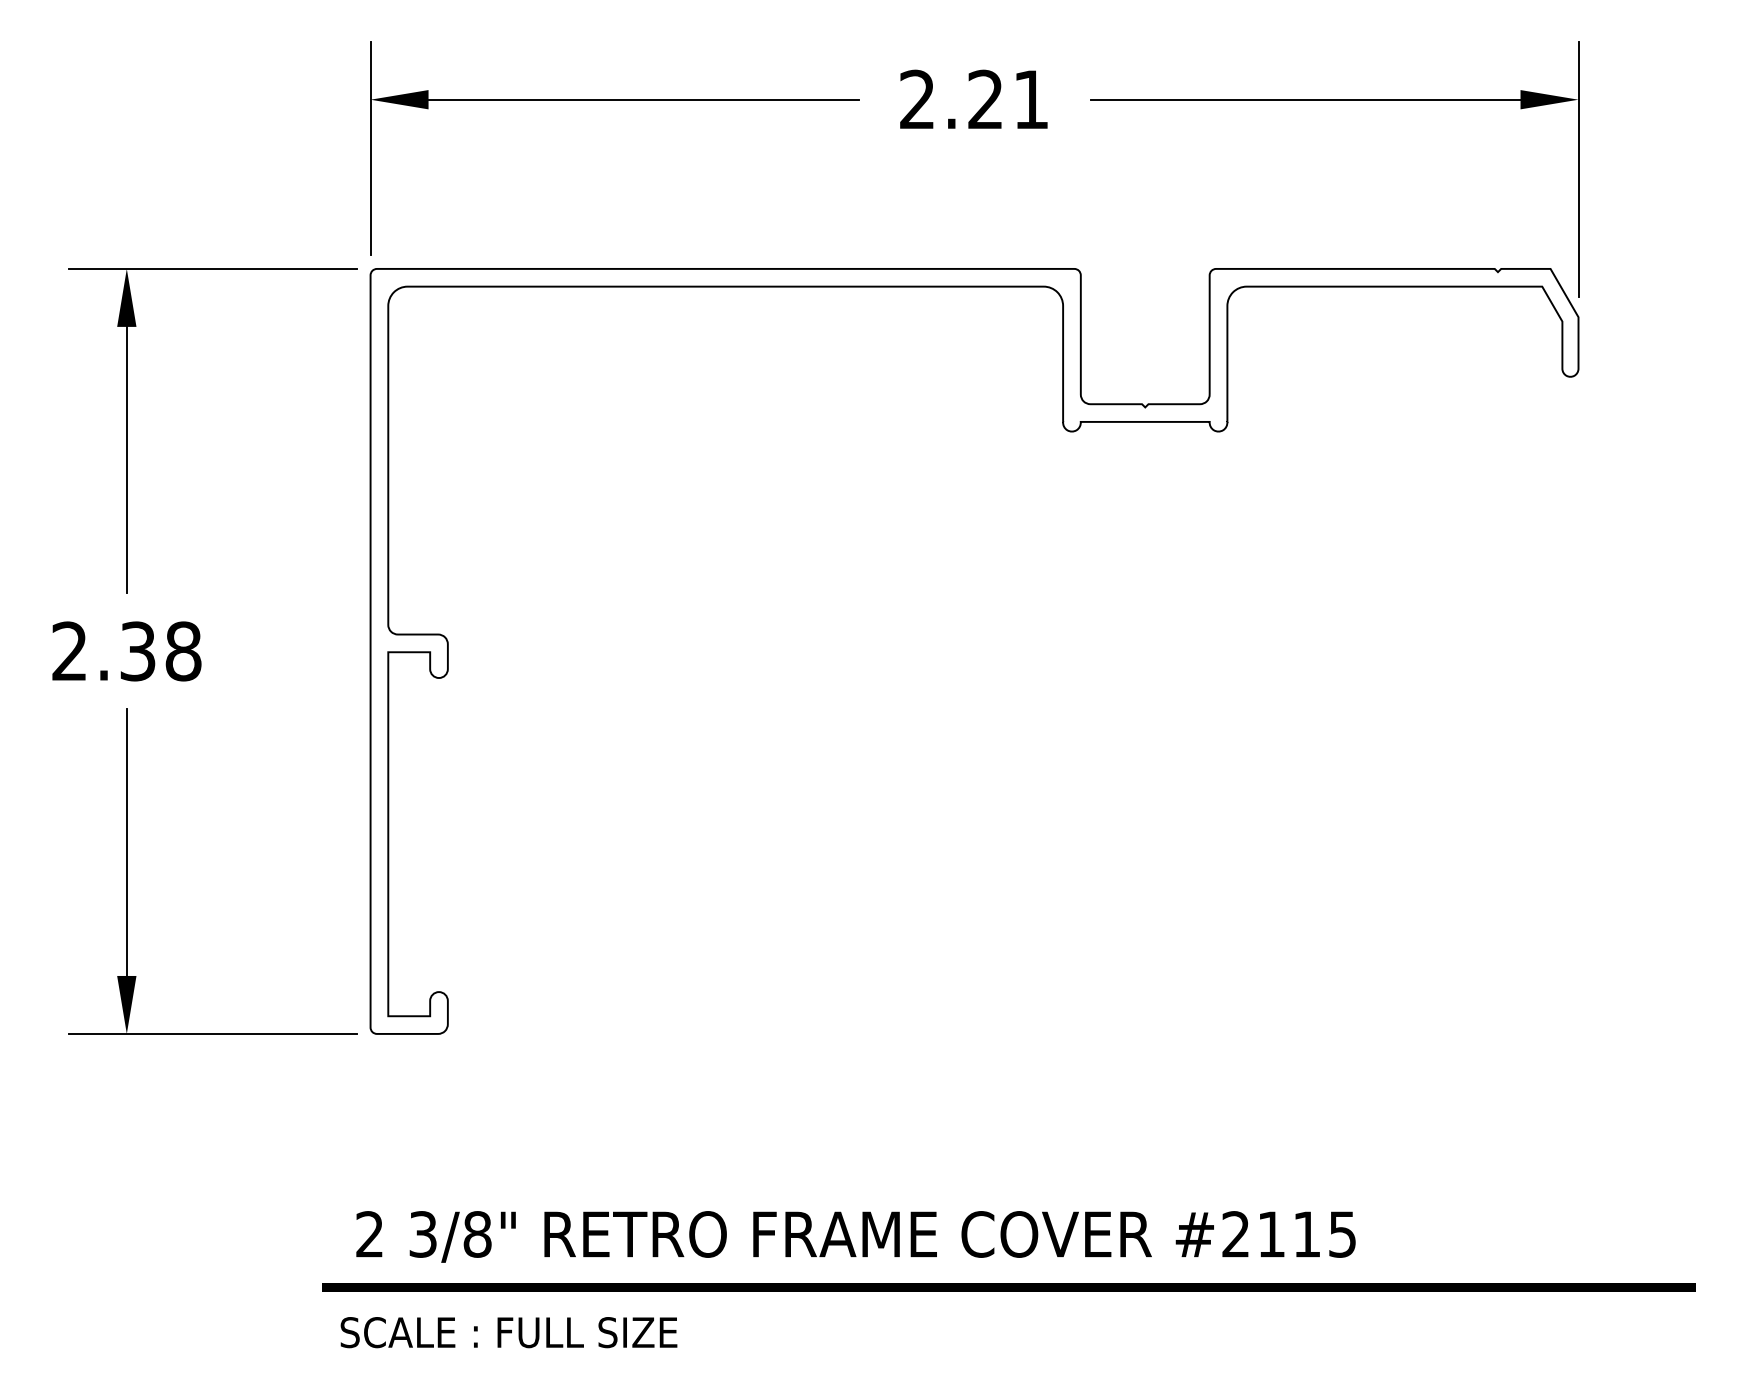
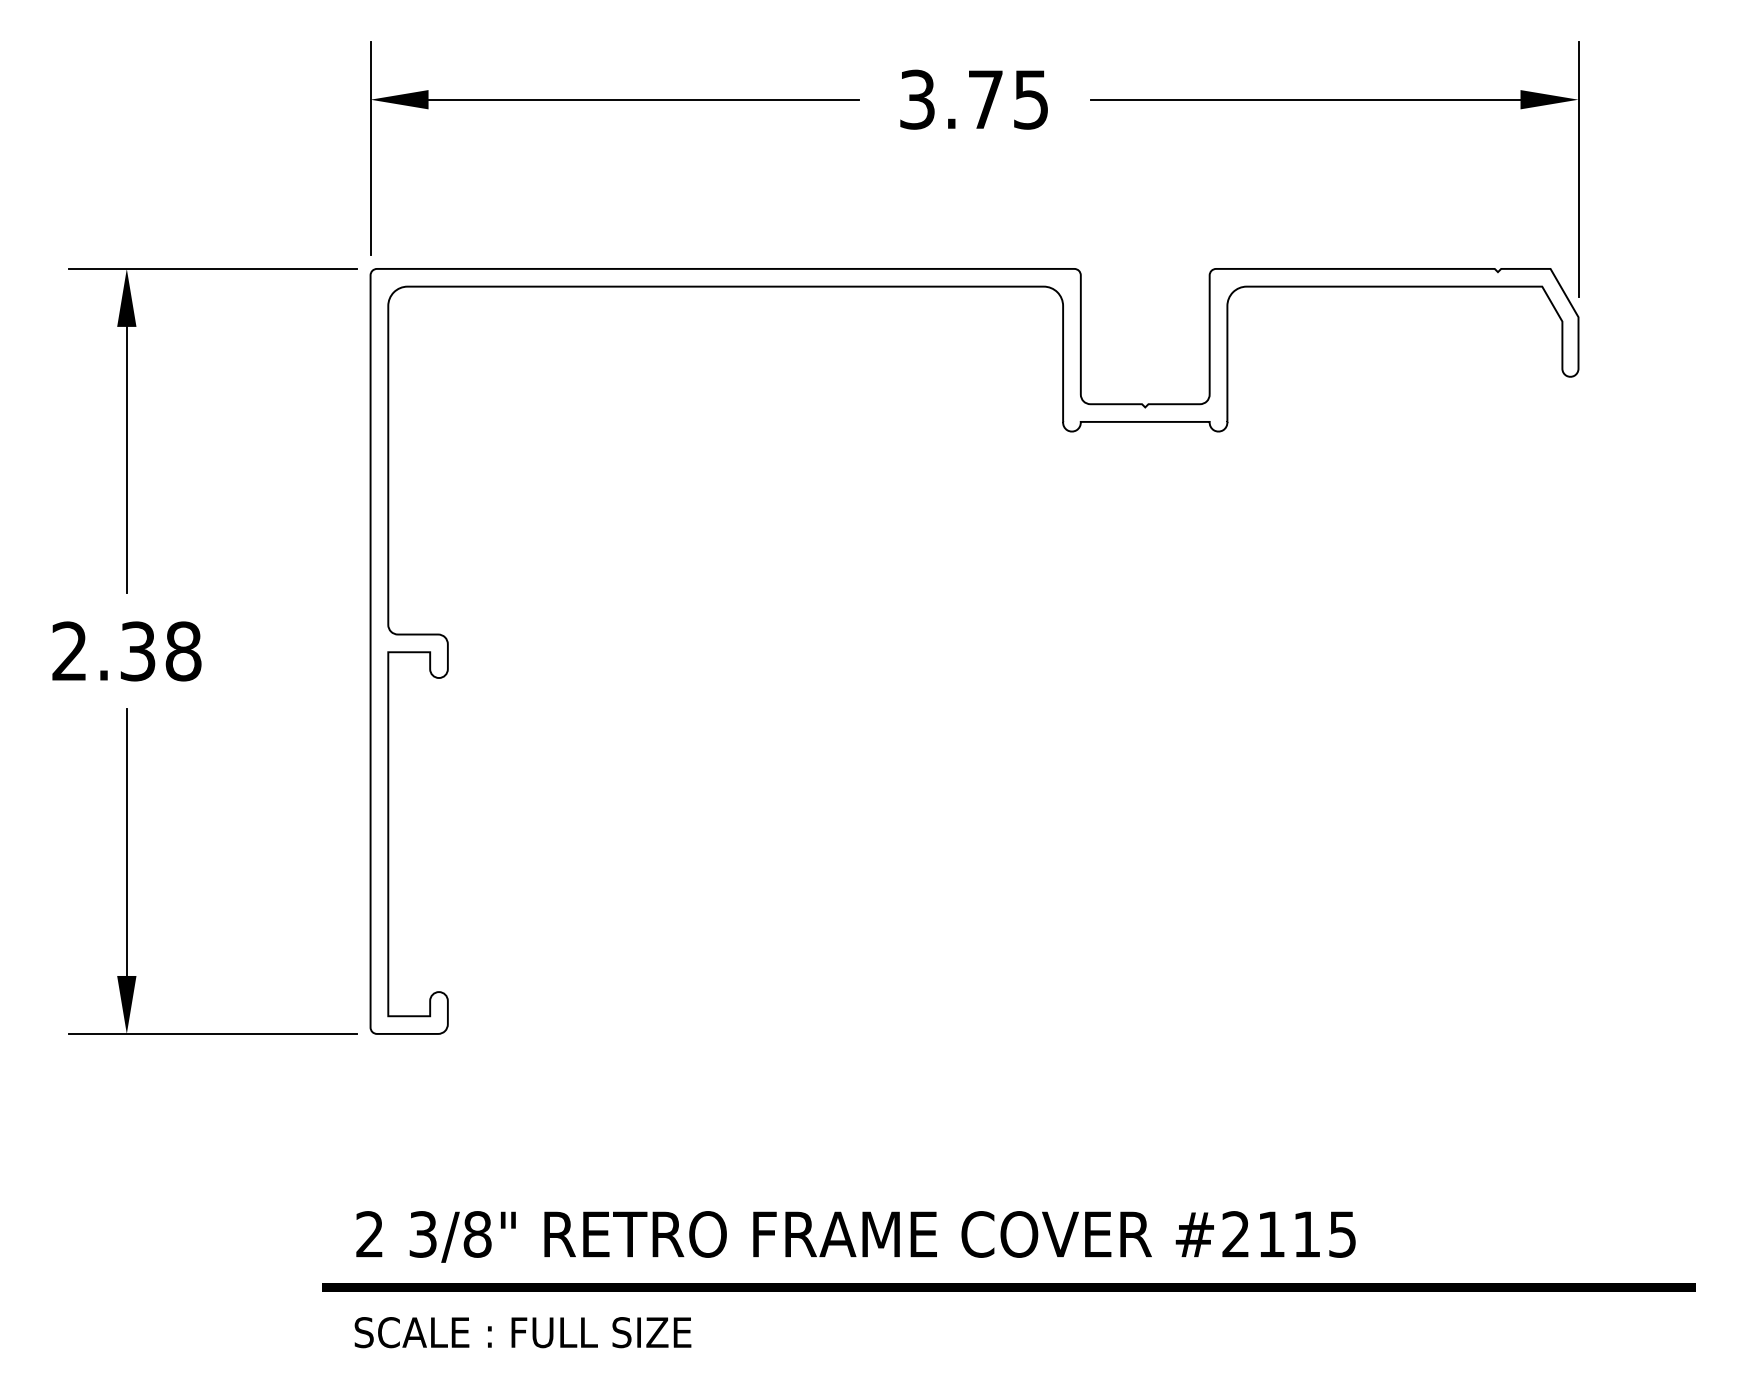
text at (973, 99): 2.21 -> 3.75
text at (508, 1332) position: (508, 1332) -> (522, 1332)
